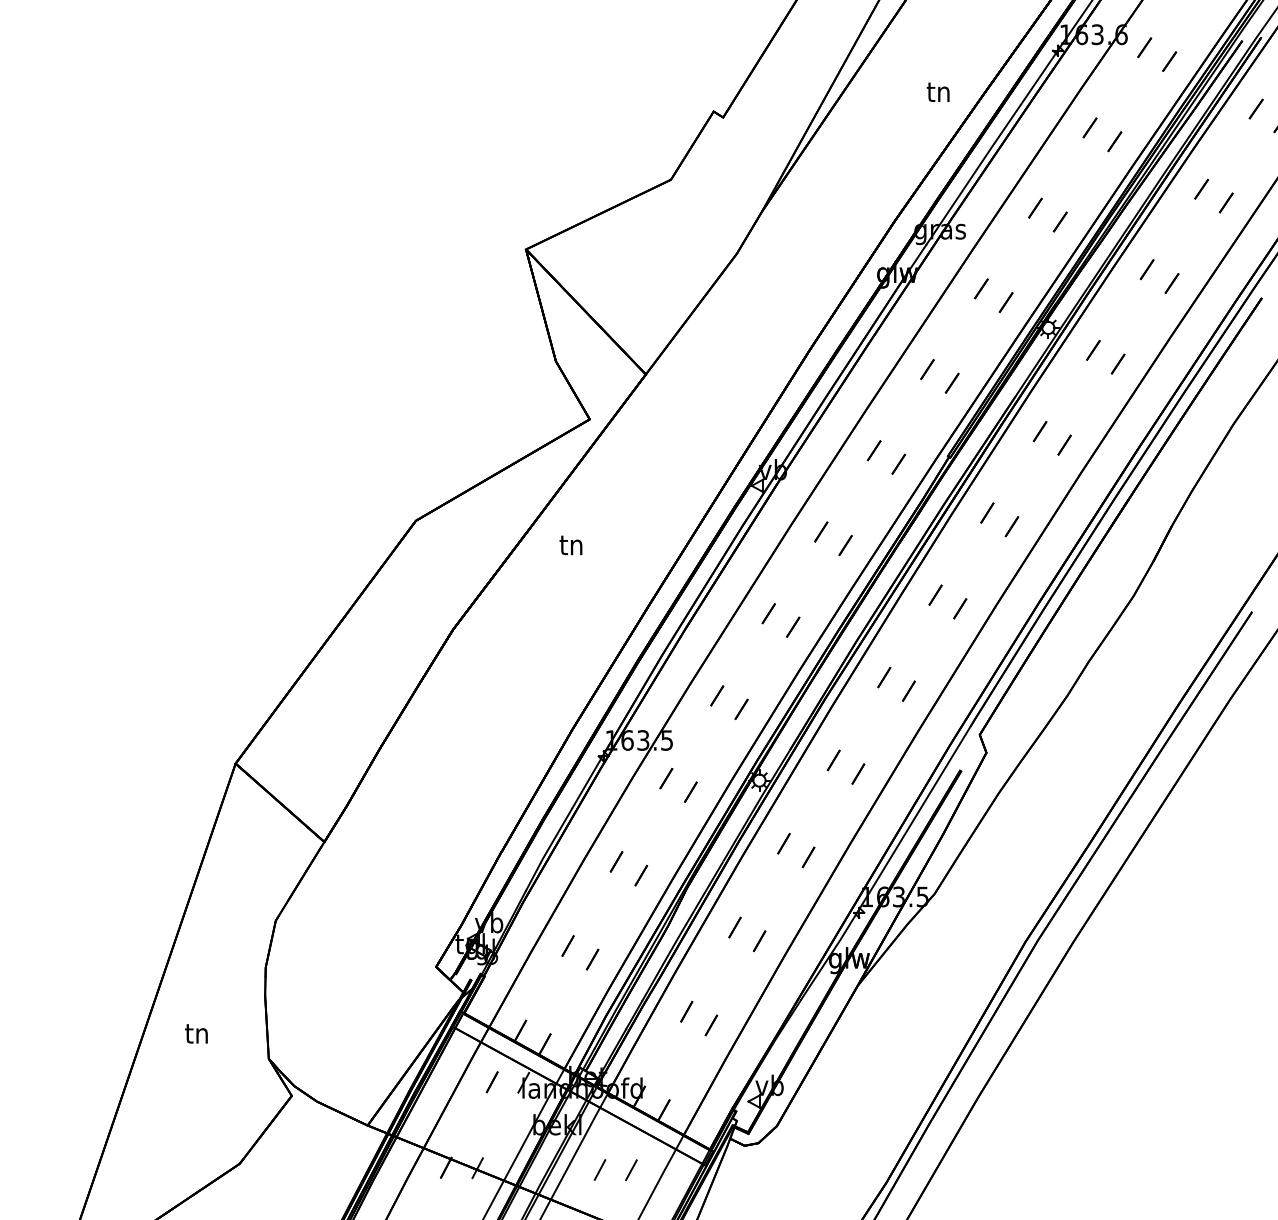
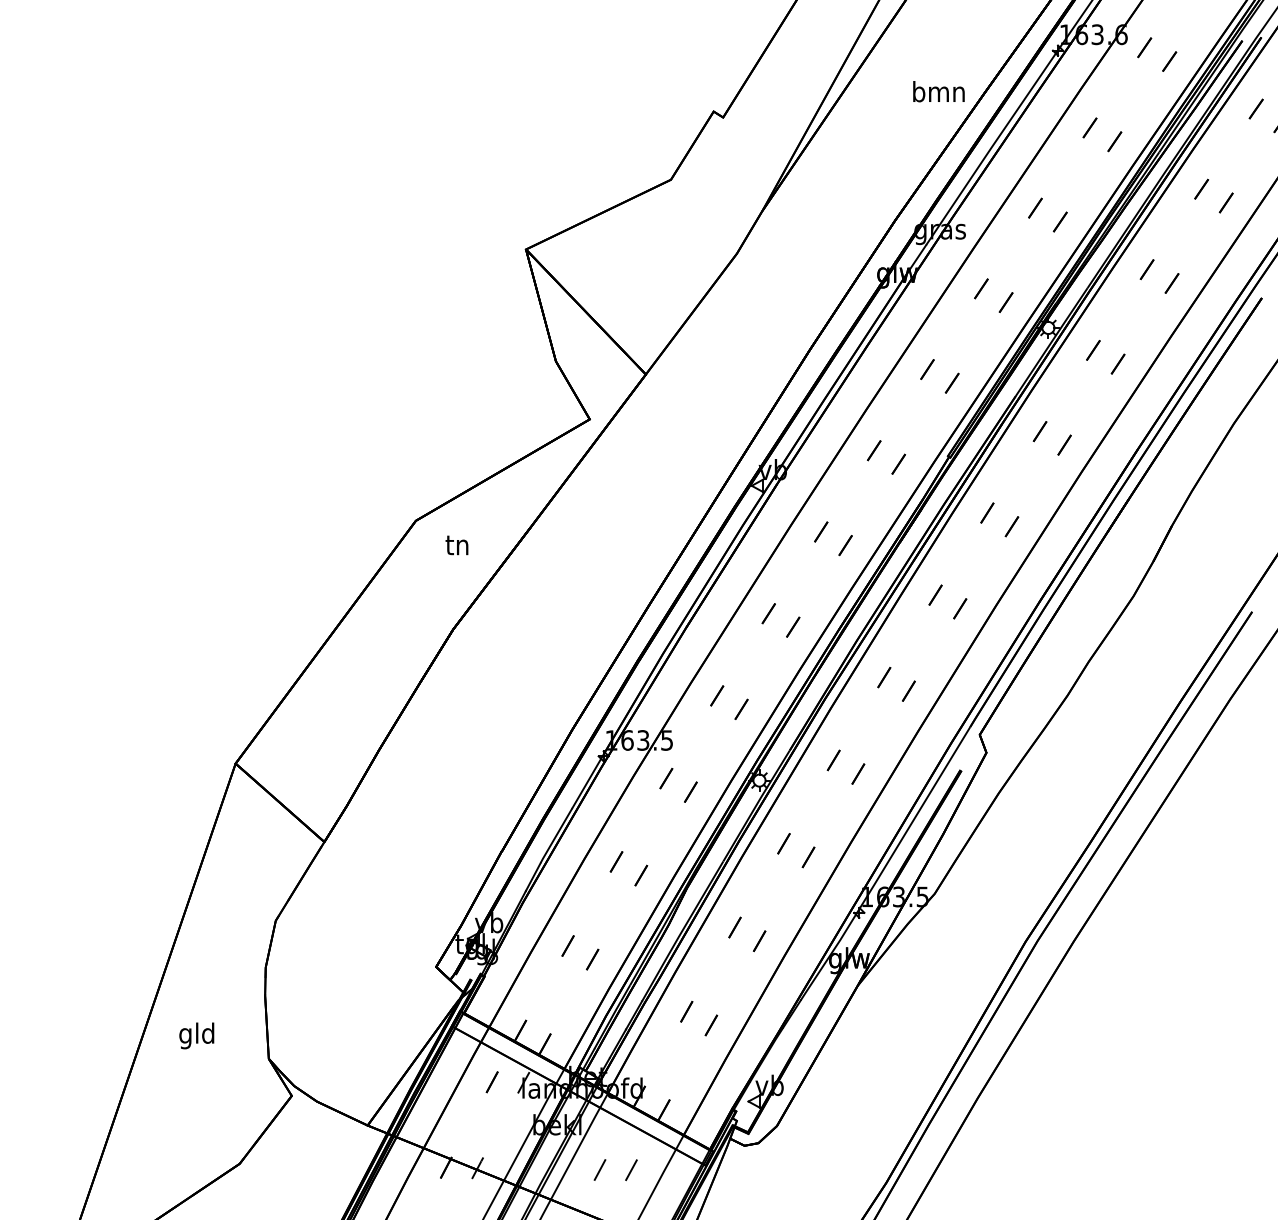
text at (938, 91): tn -> bmn
text at (570, 545) position: (570, 545) -> (456, 545)
text at (196, 1035): tn -> gld
